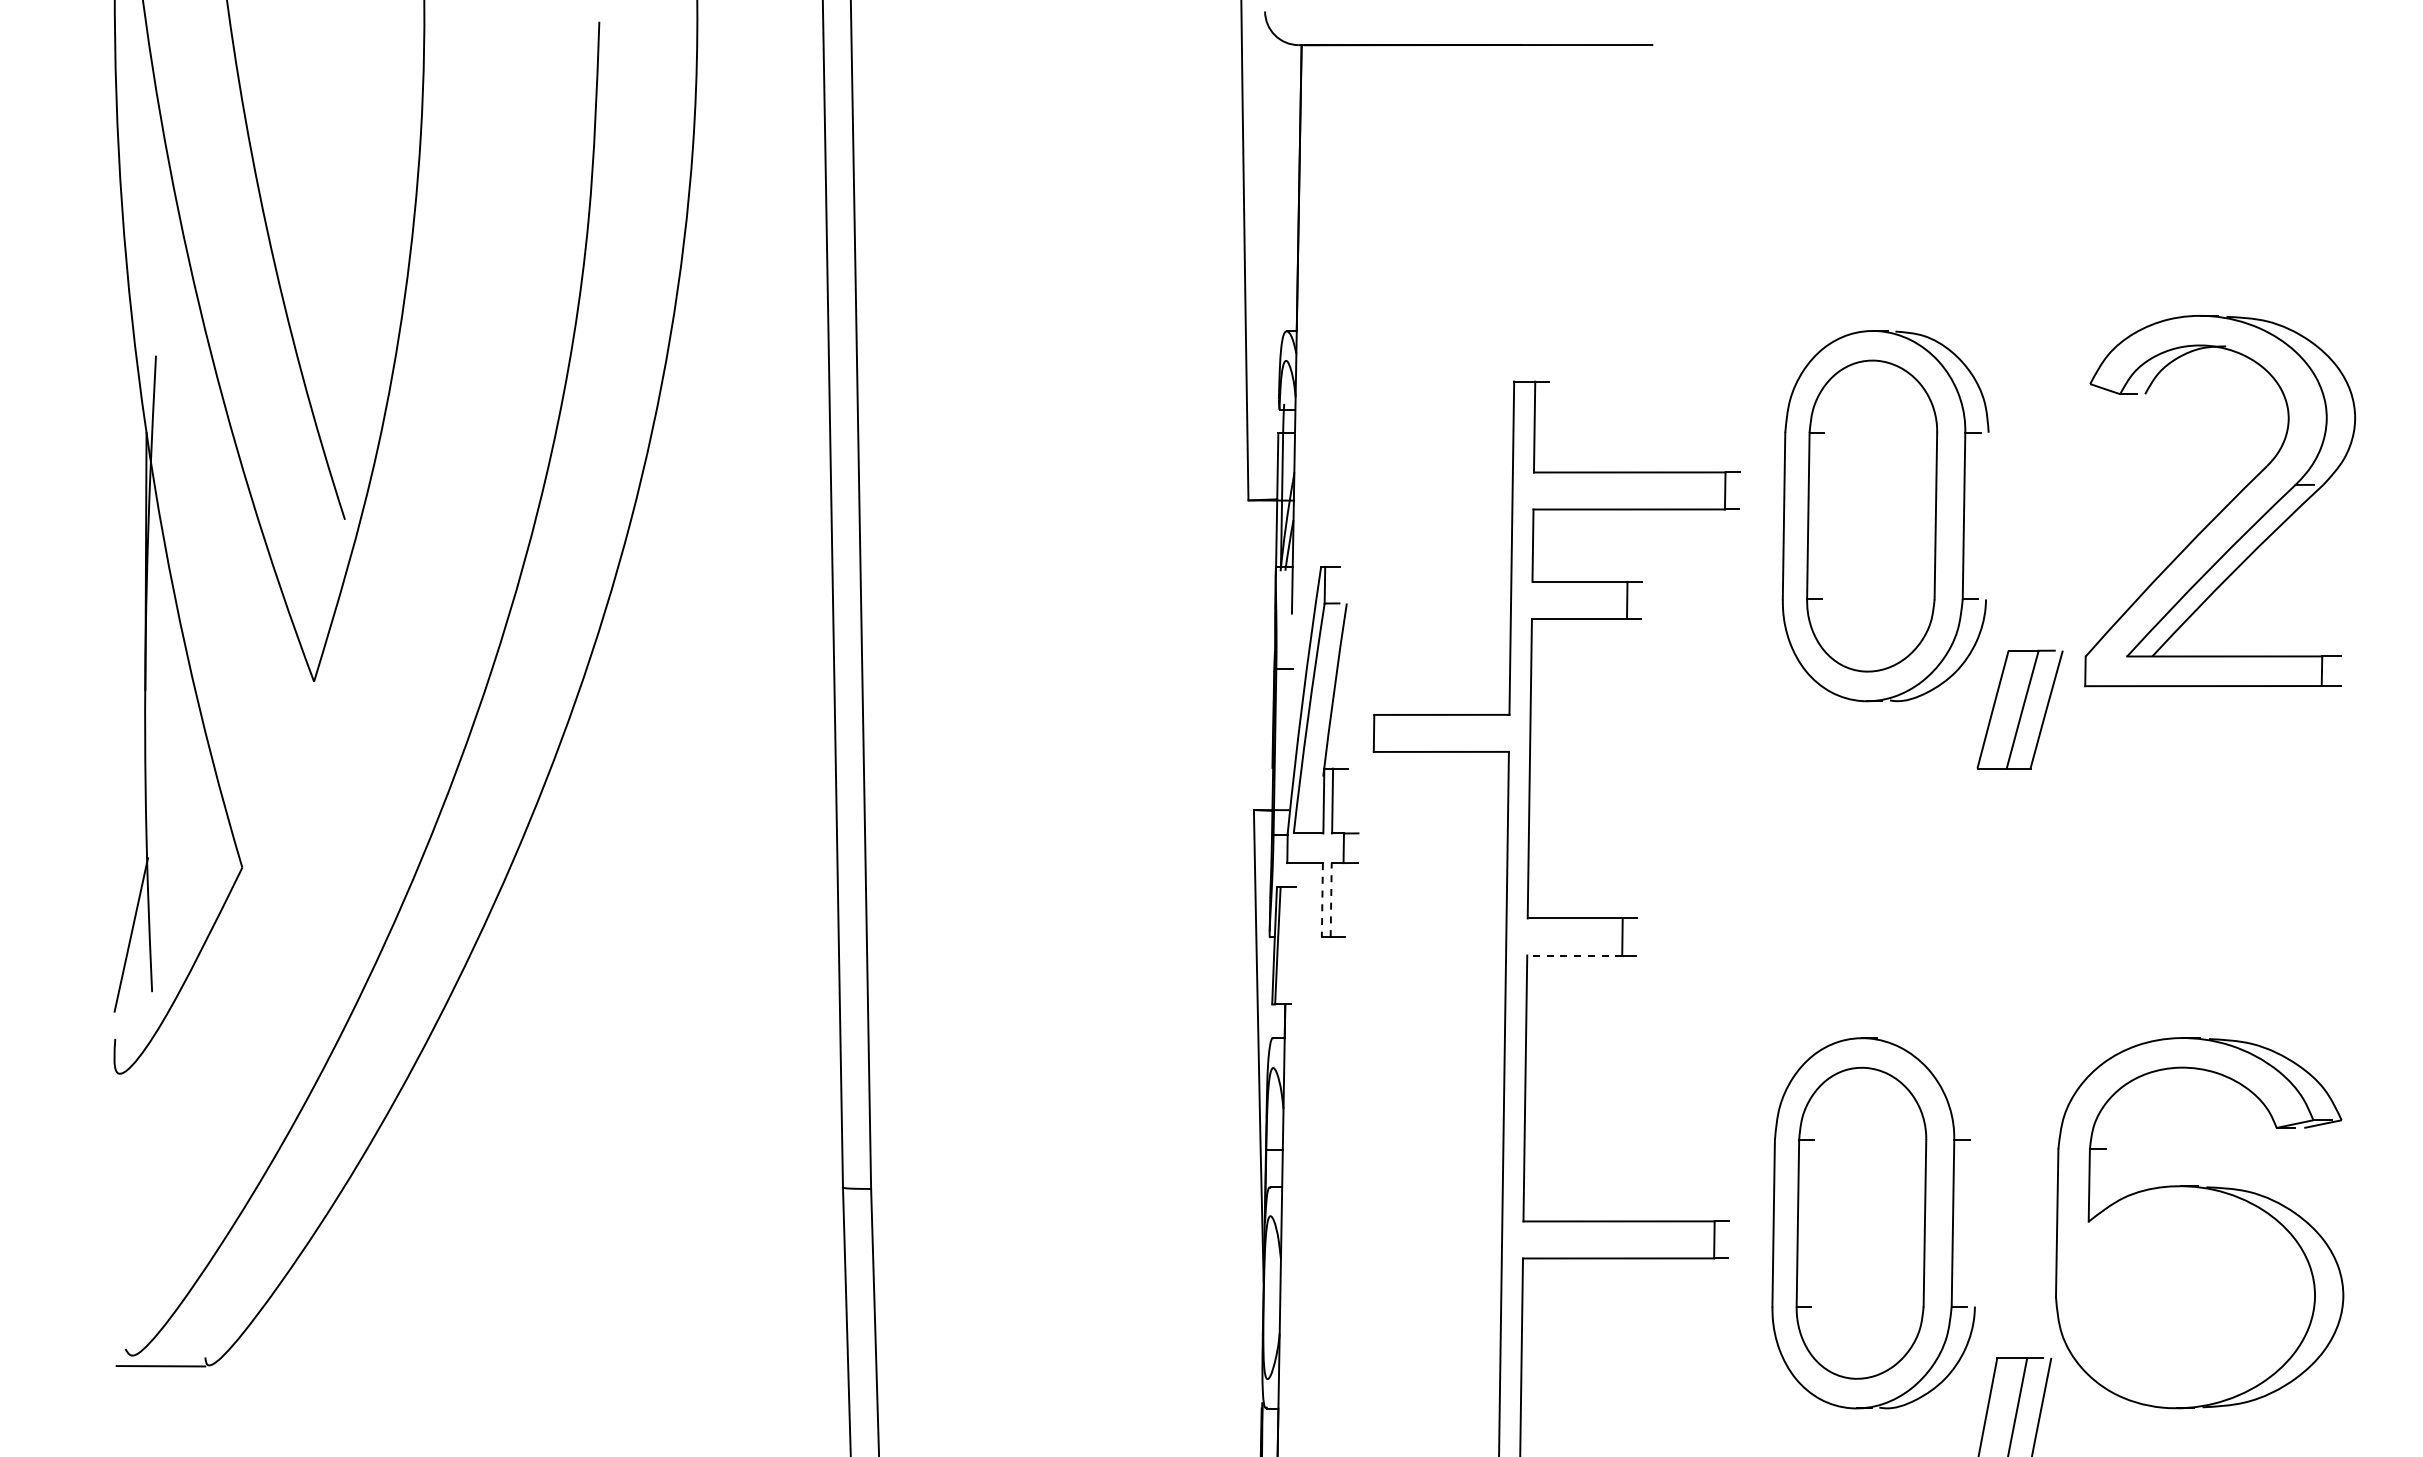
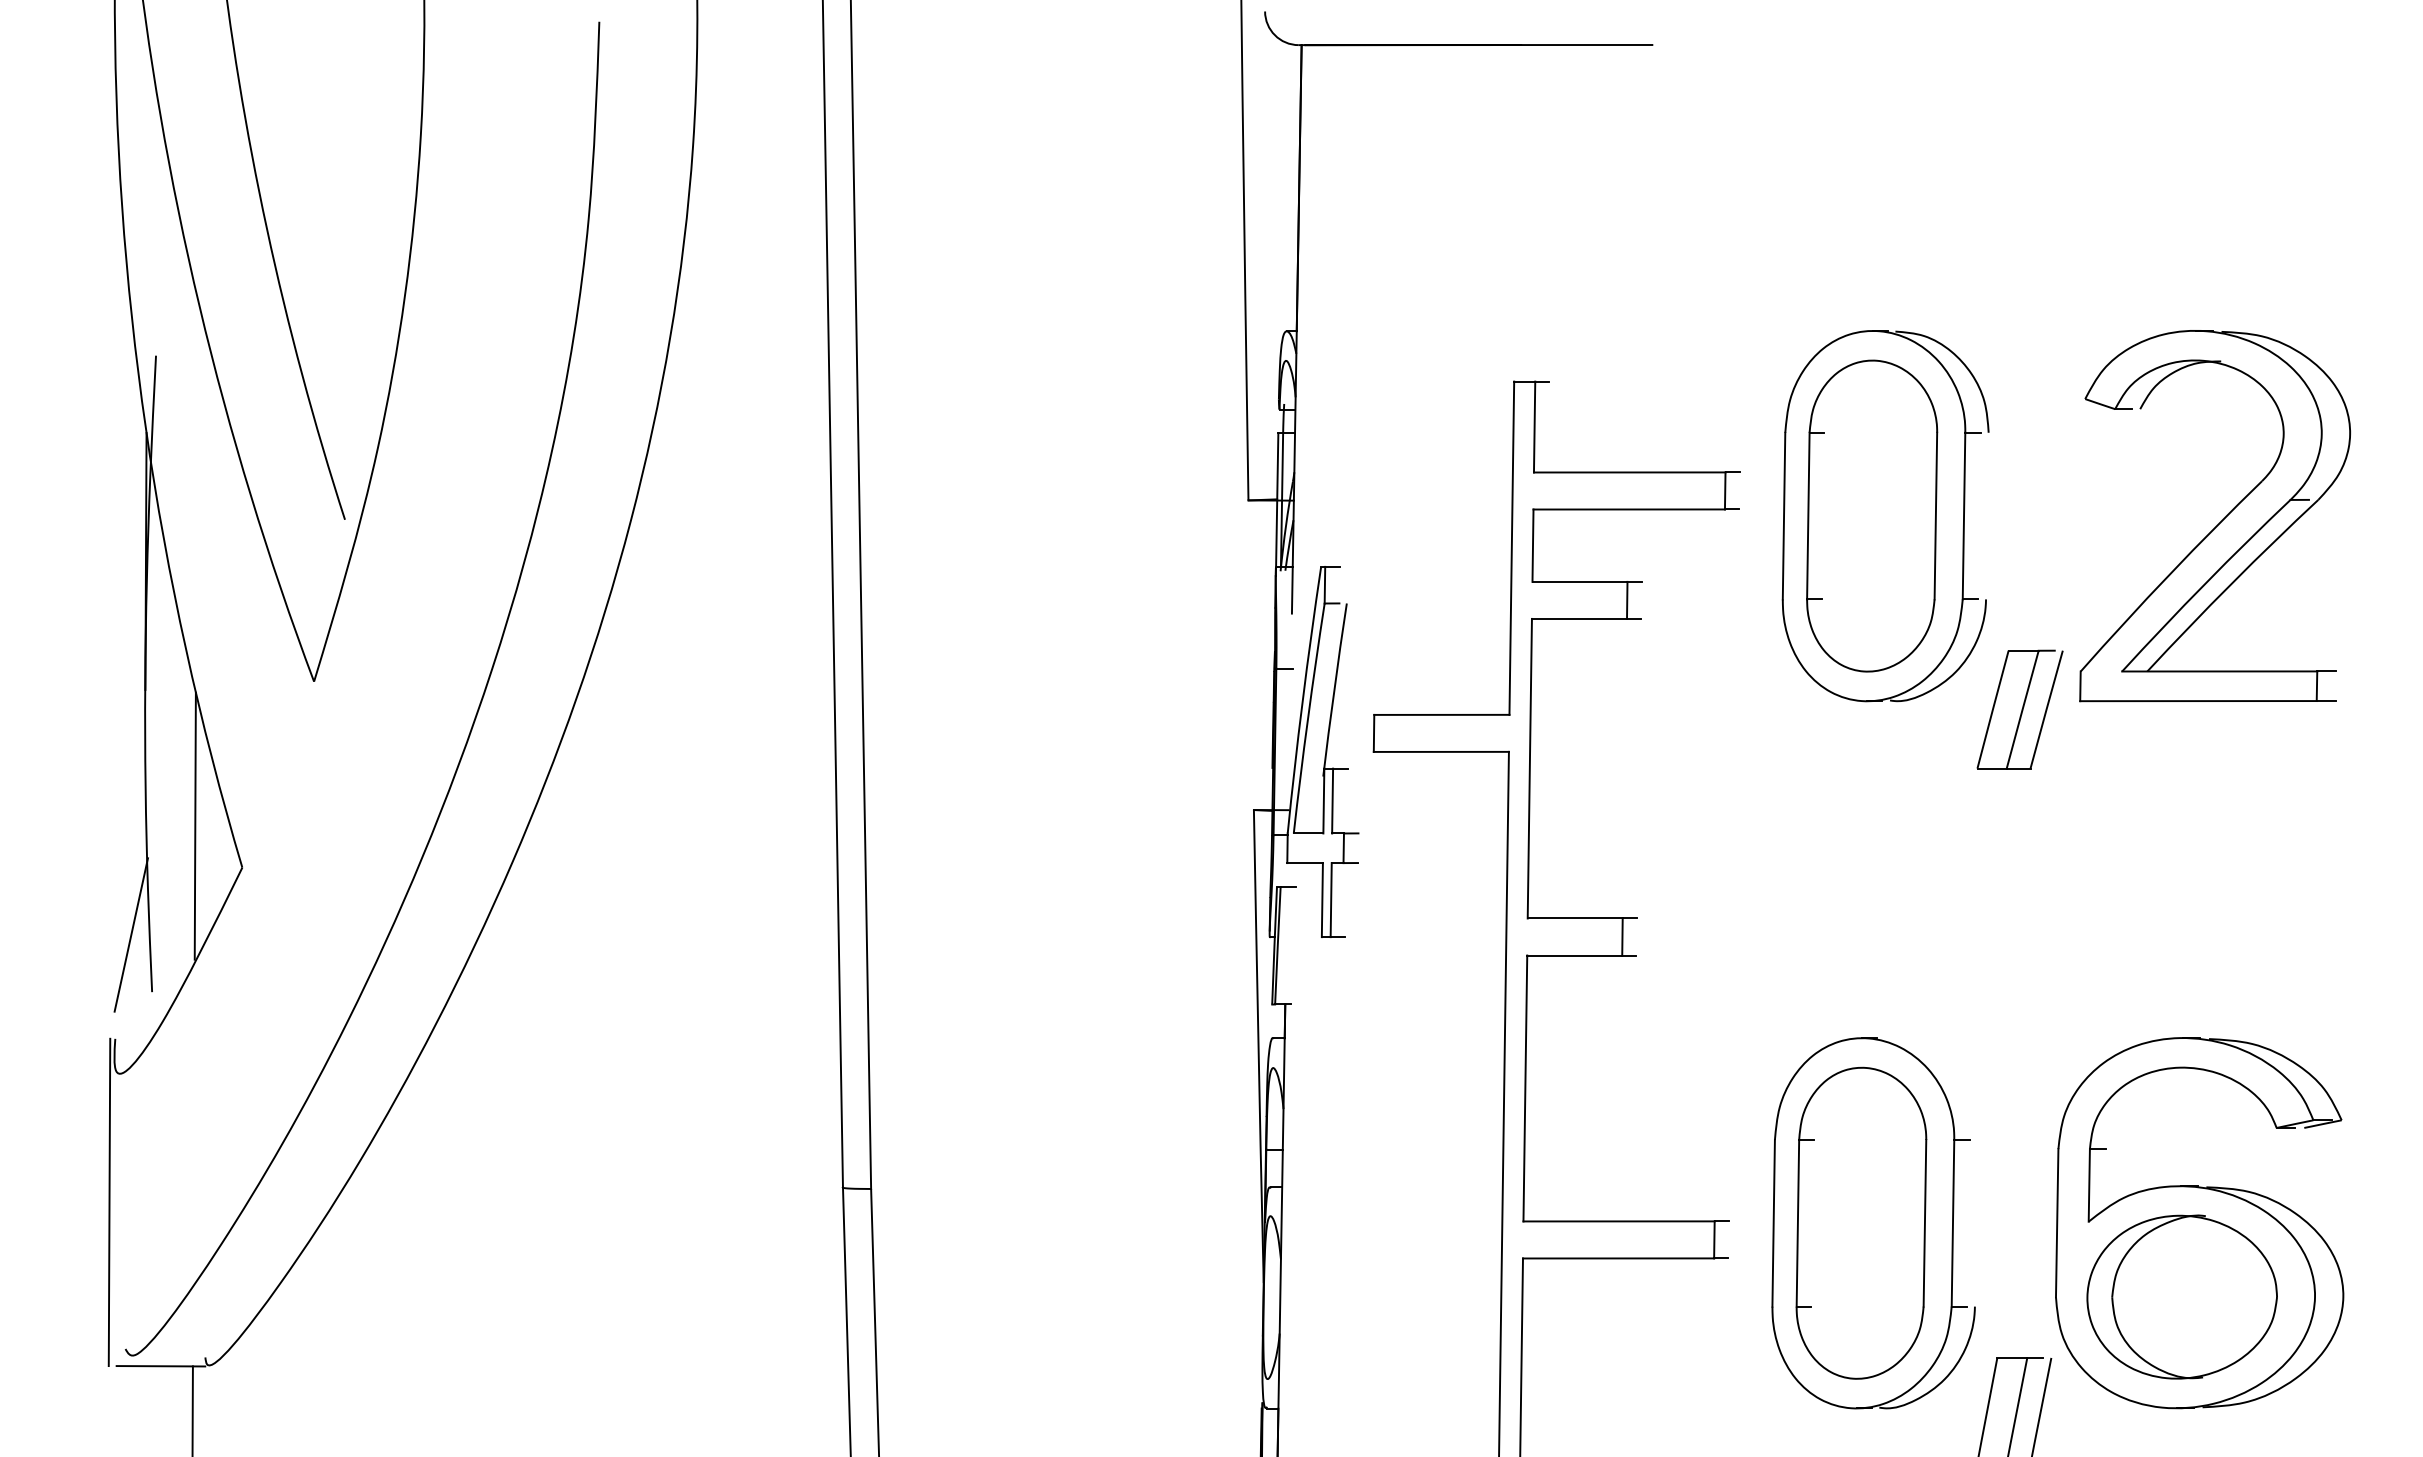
part at (2225, 506) position: (2225, 506) -> (2220, 521)
line at (194, 825): none -> present
line at (1331, 899): dashed -> solid
line at (1322, 900): dashed -> solid
line at (1574, 955): dashed -> solid
line at (109, 1202): none -> present
part at (2181, 1296): none -> present
line at (192, 1409): none -> present
